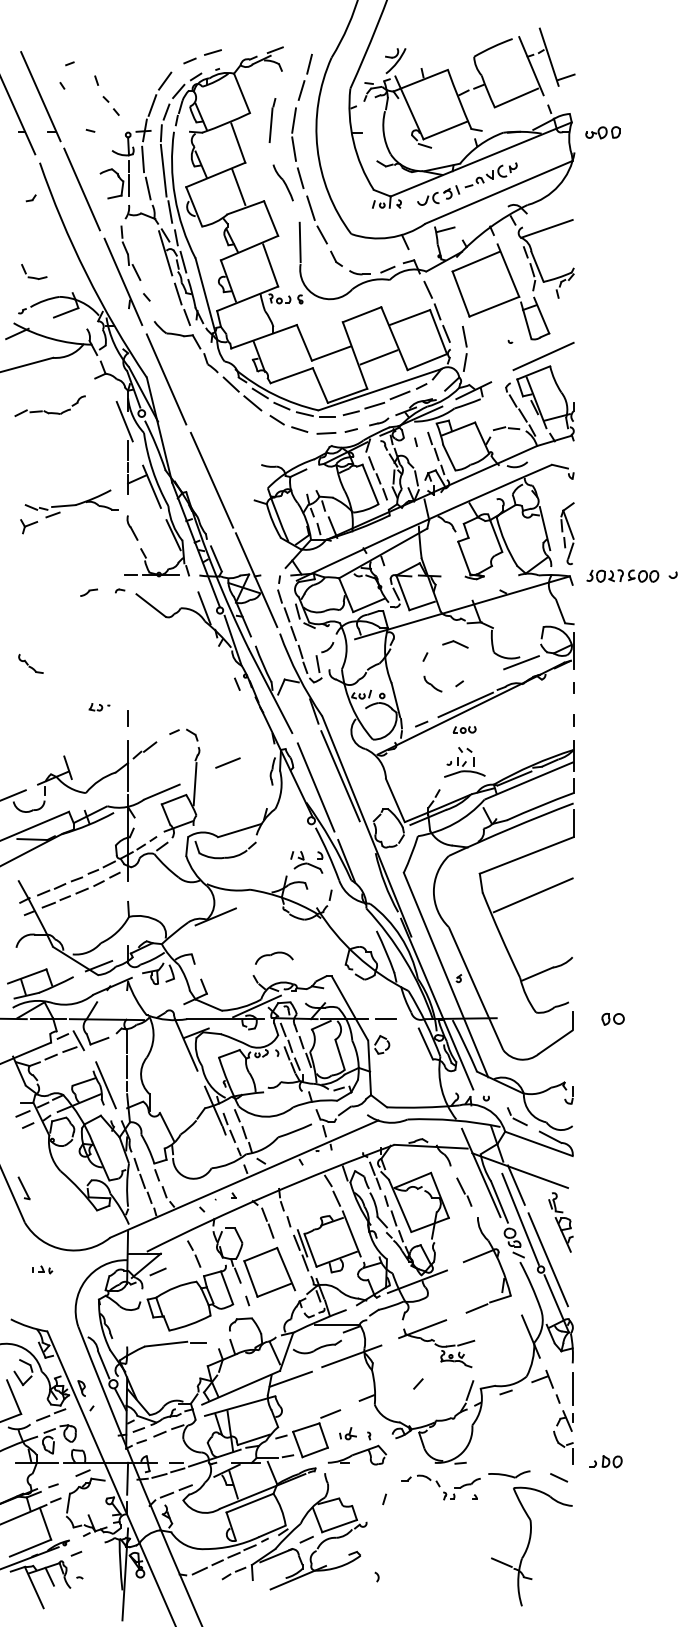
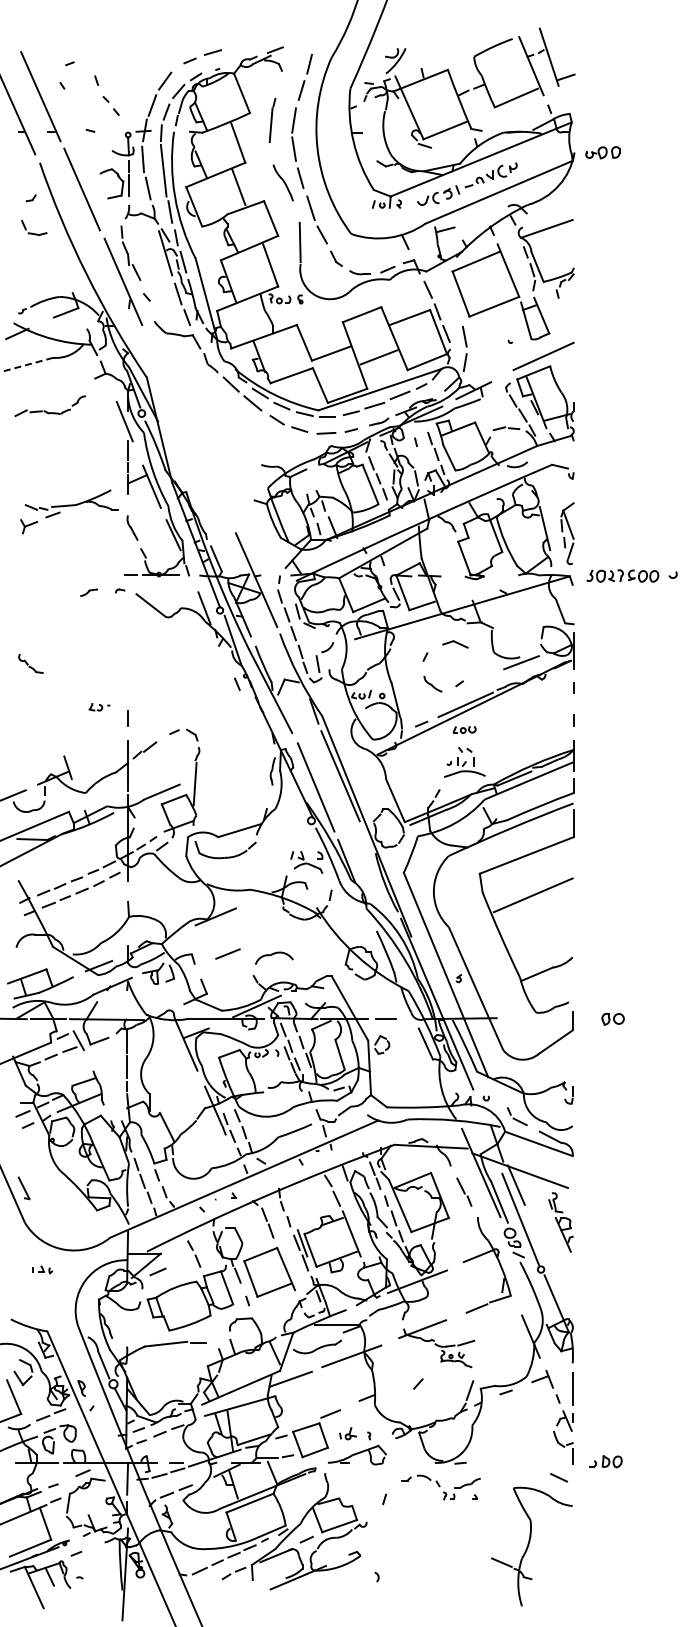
part at (602, 132) position: (602, 132) -> (602, 152)
part at (34, 272) position: (34, 272) -> (34, 228)
line at (26, 365): solid -> dashed
line at (166, 379): present -> none
line at (211, 479): present -> none
line at (227, 762) position: (227, 762) -> (227, 953)
line at (105, 1085): present -> none
line at (548, 1259): present -> none
part at (509, 1474): present -> none
